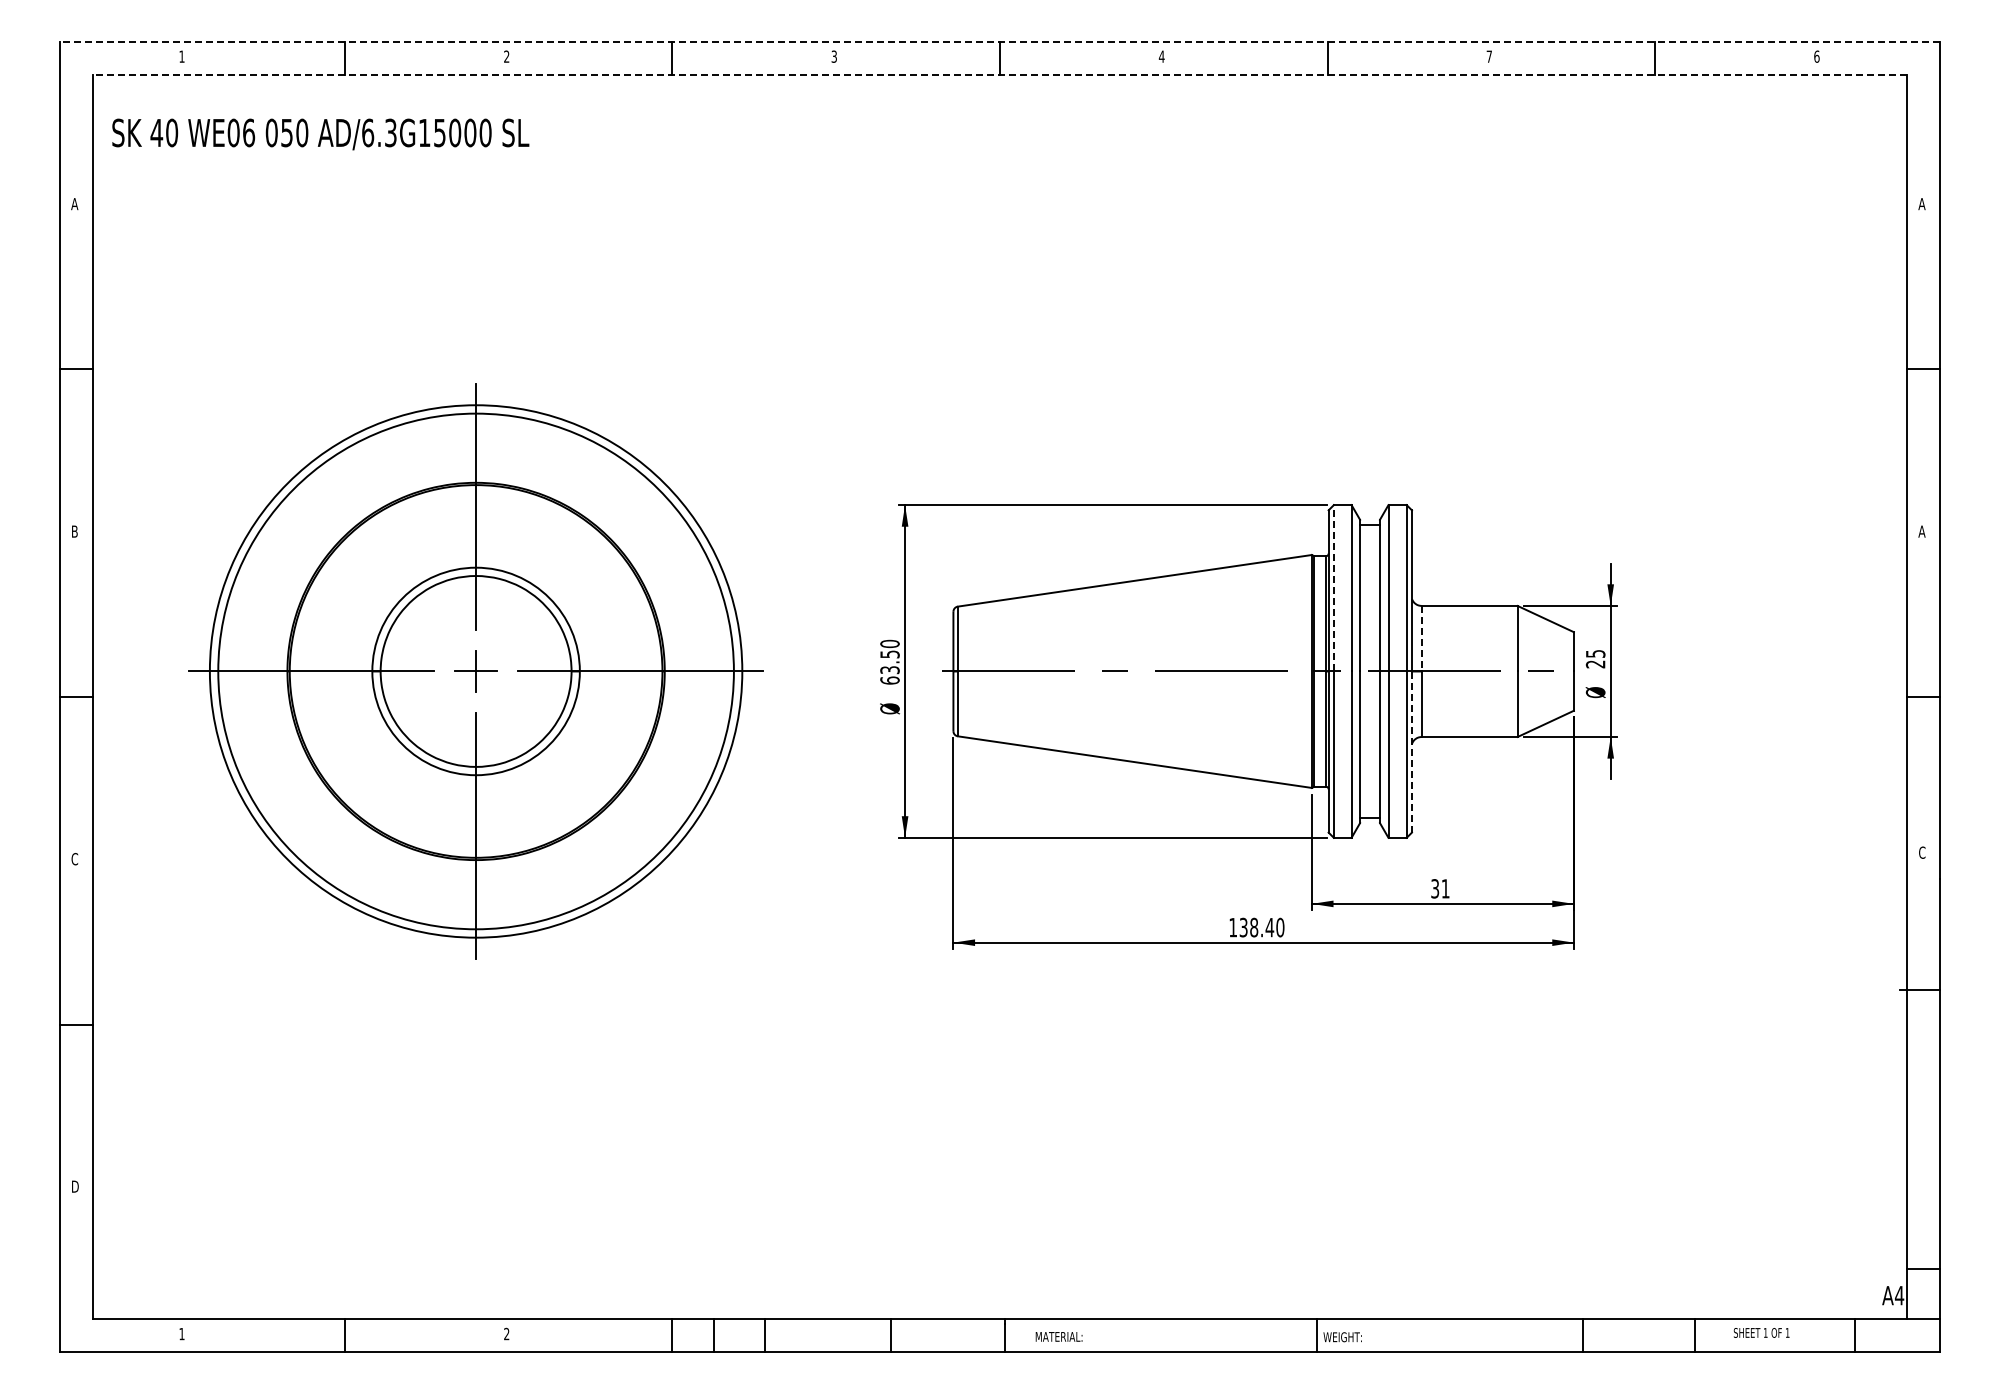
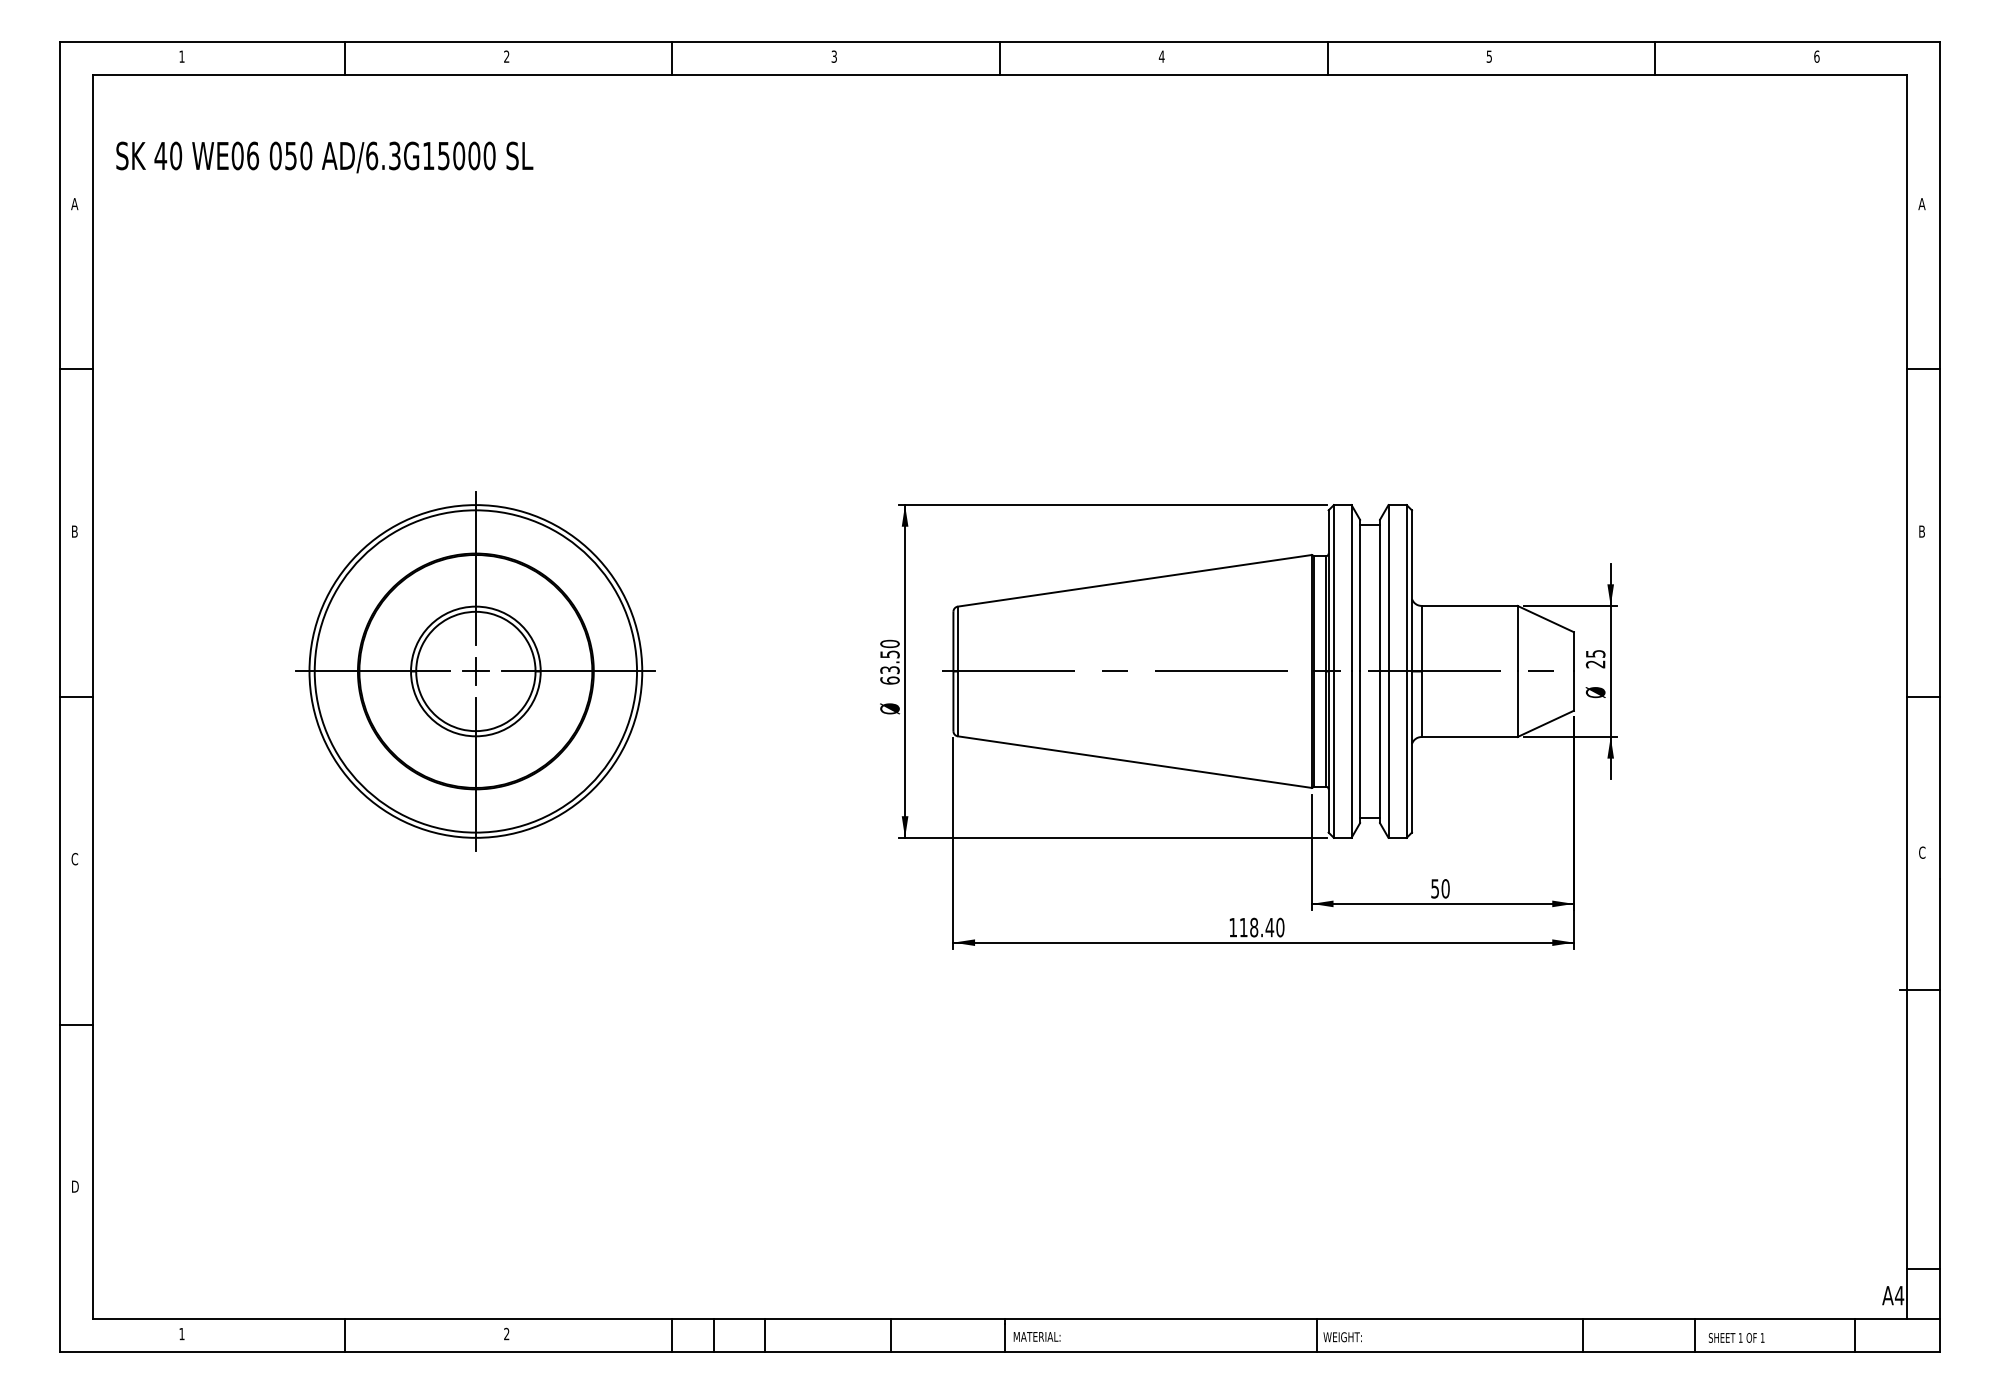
line at (999, 41): dashed -> solid
text at (1488, 56): 7 -> 5
line at (999, 74): dashed -> solid
text at (320, 134) position: (320, 134) -> (324, 157)
text at (1921, 531): A -> B
line at (1333, 587): dashed -> solid
line at (1421, 638): dashed -> solid
part at (475, 671) size: 576x577 px -> 361x361 px
line at (1411, 752): dashed -> solid
text at (1440, 888): 31 -> 50
text at (1243, 927): 138.40 -> 118.40
text at (1761, 1332) position: (1761, 1332) -> (1736, 1337)
text at (1058, 1336) position: (1058, 1336) -> (1036, 1336)
